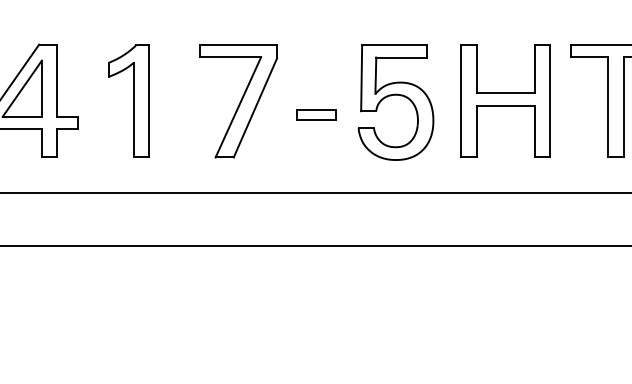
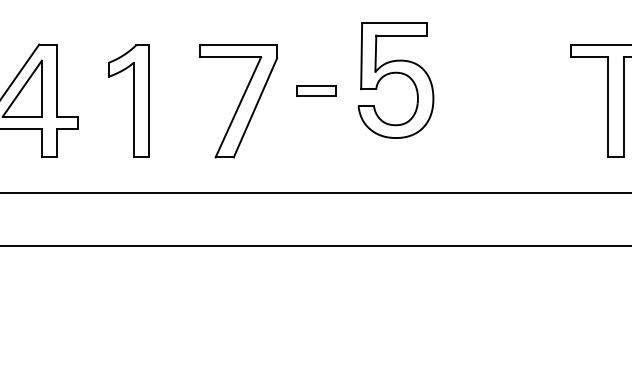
part at (395, 95) position: (395, 95) -> (395, 73)
part at (505, 100): present -> none
part at (316, 114) position: (316, 114) -> (316, 90)
